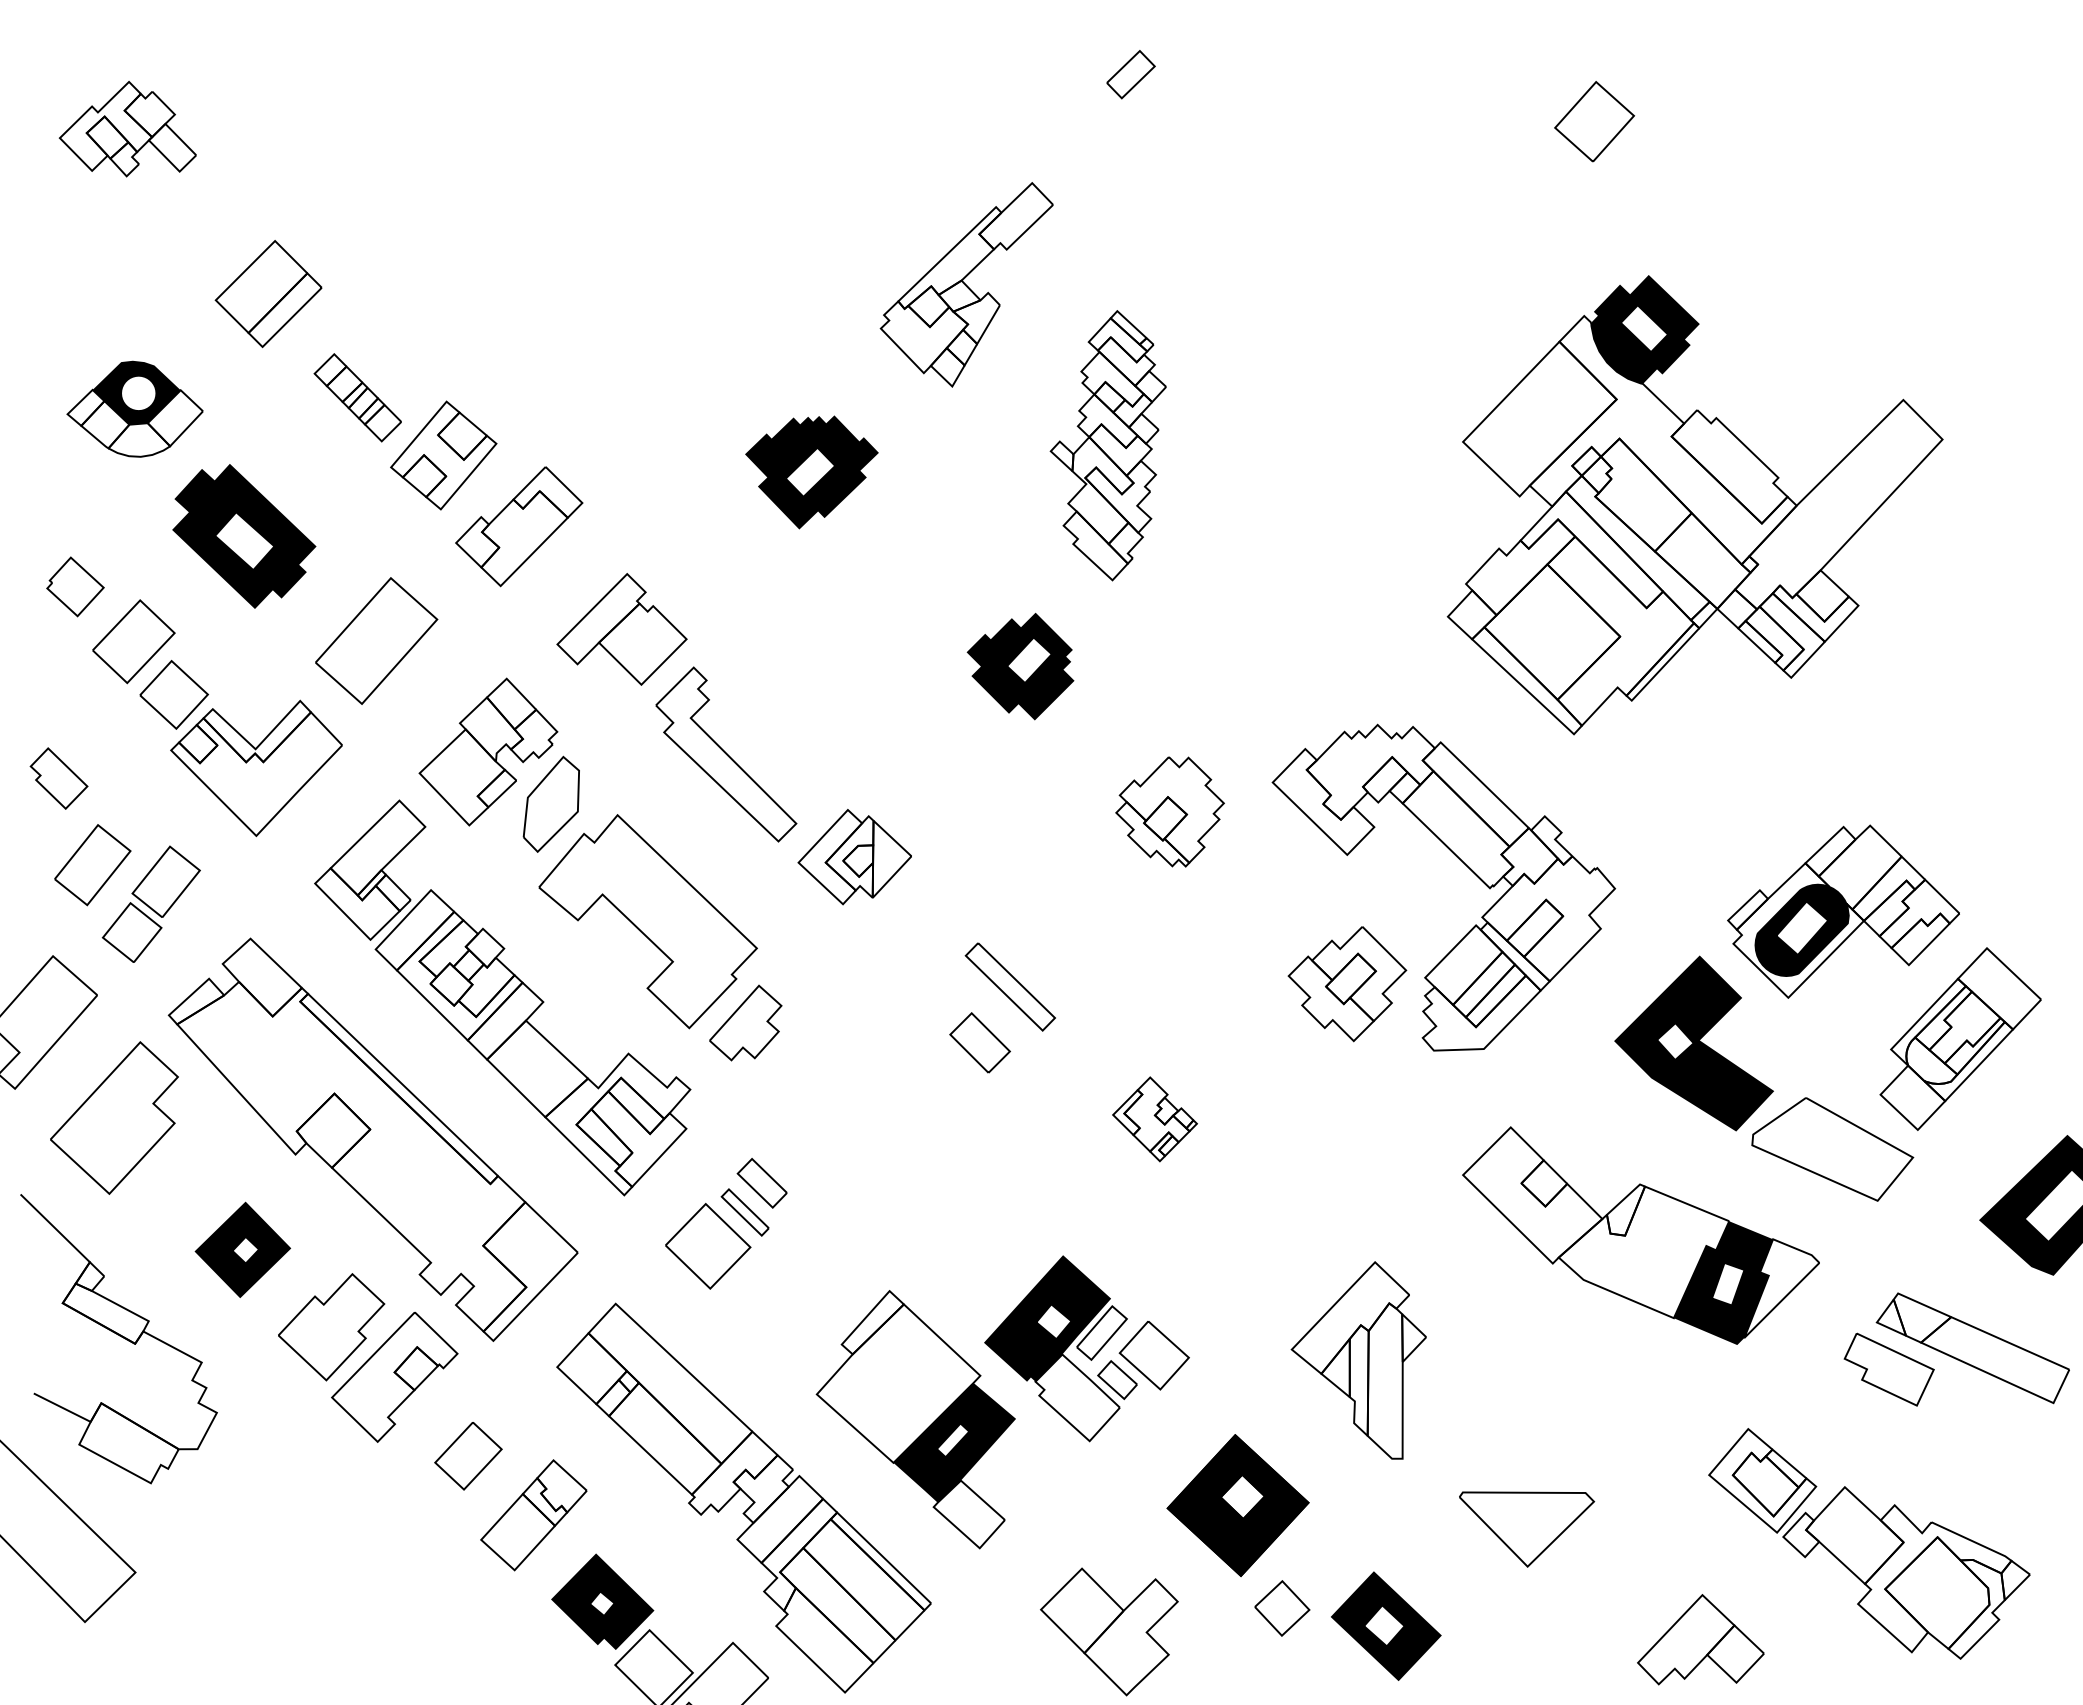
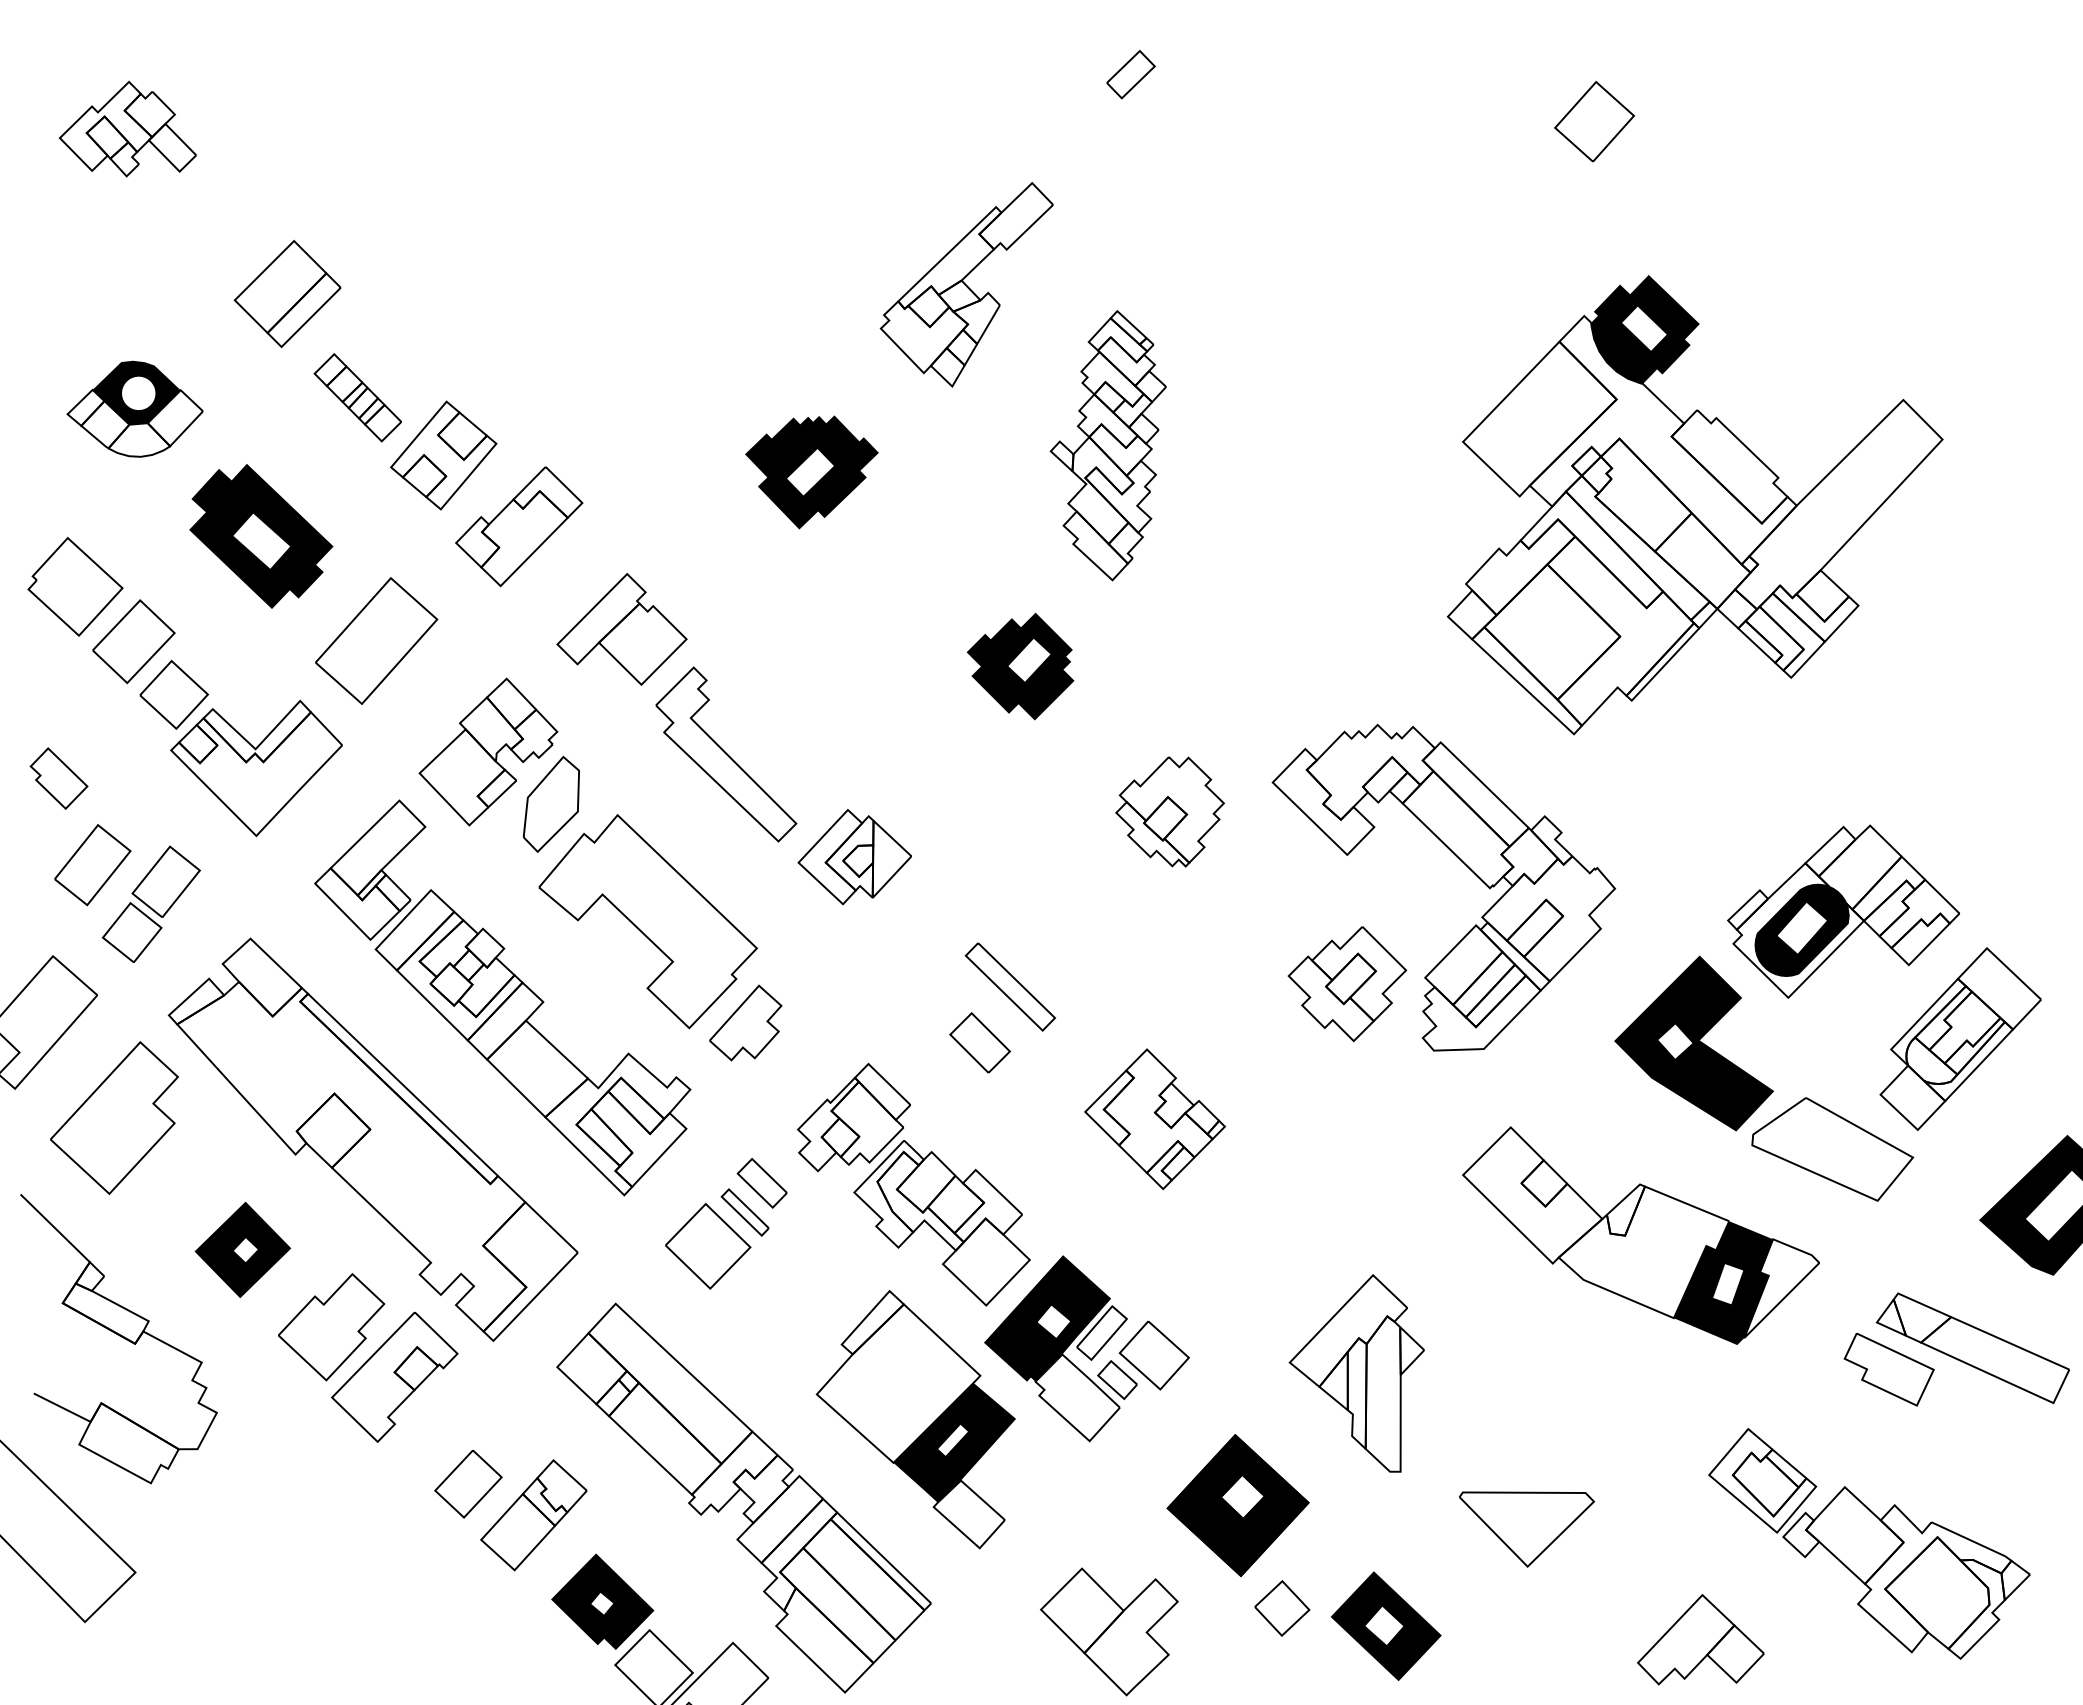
part at (268, 294) position: (268, 294) -> (287, 294)
part at (244, 536) position: (244, 536) -> (261, 536)
part at (75, 586) size: 59x62 px -> 97x100 px
part at (1154, 1119) size: 86x87 px -> 142x143 px
part at (913, 1184): none -> present
part at (1358, 1360) position: (1358, 1360) -> (1356, 1373)
part at (468, 1456) position: (468, 1456) -> (468, 1484)
